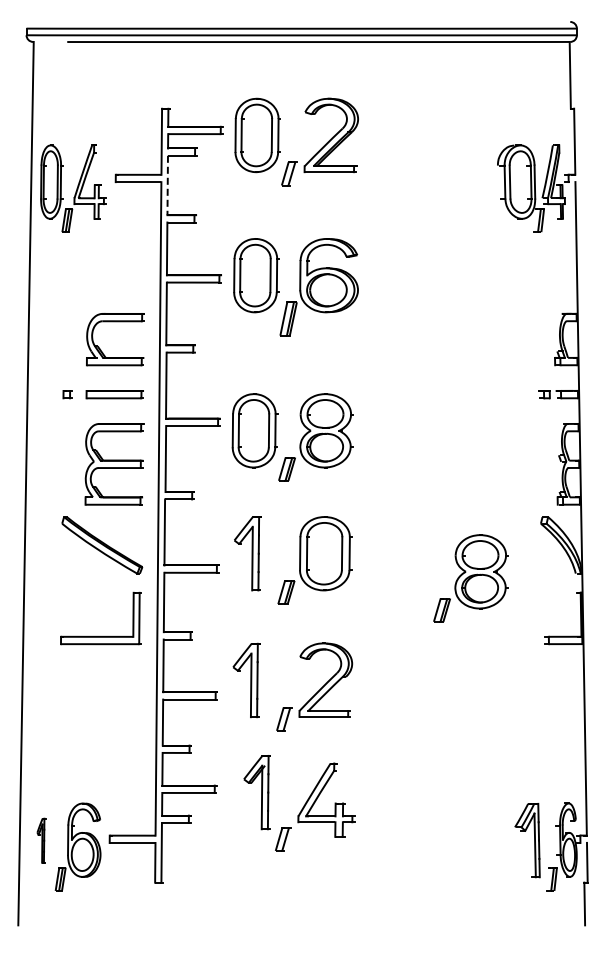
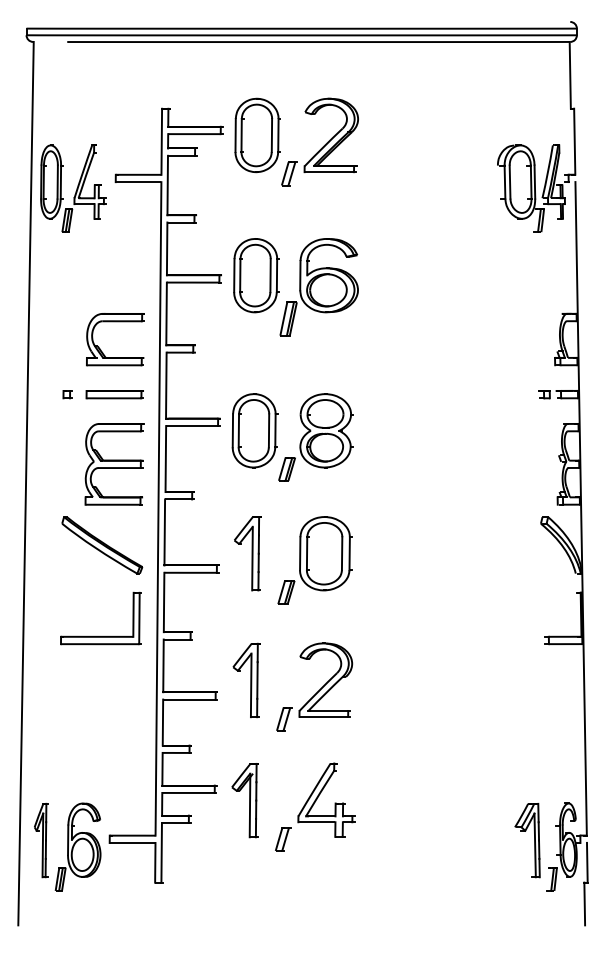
line at (167, 185): dashed -> solid
part at (470, 578): present -> none
part at (256, 792) position: (256, 792) -> (244, 800)
part at (41, 840) size: 11x47 px -> 15x76 px
